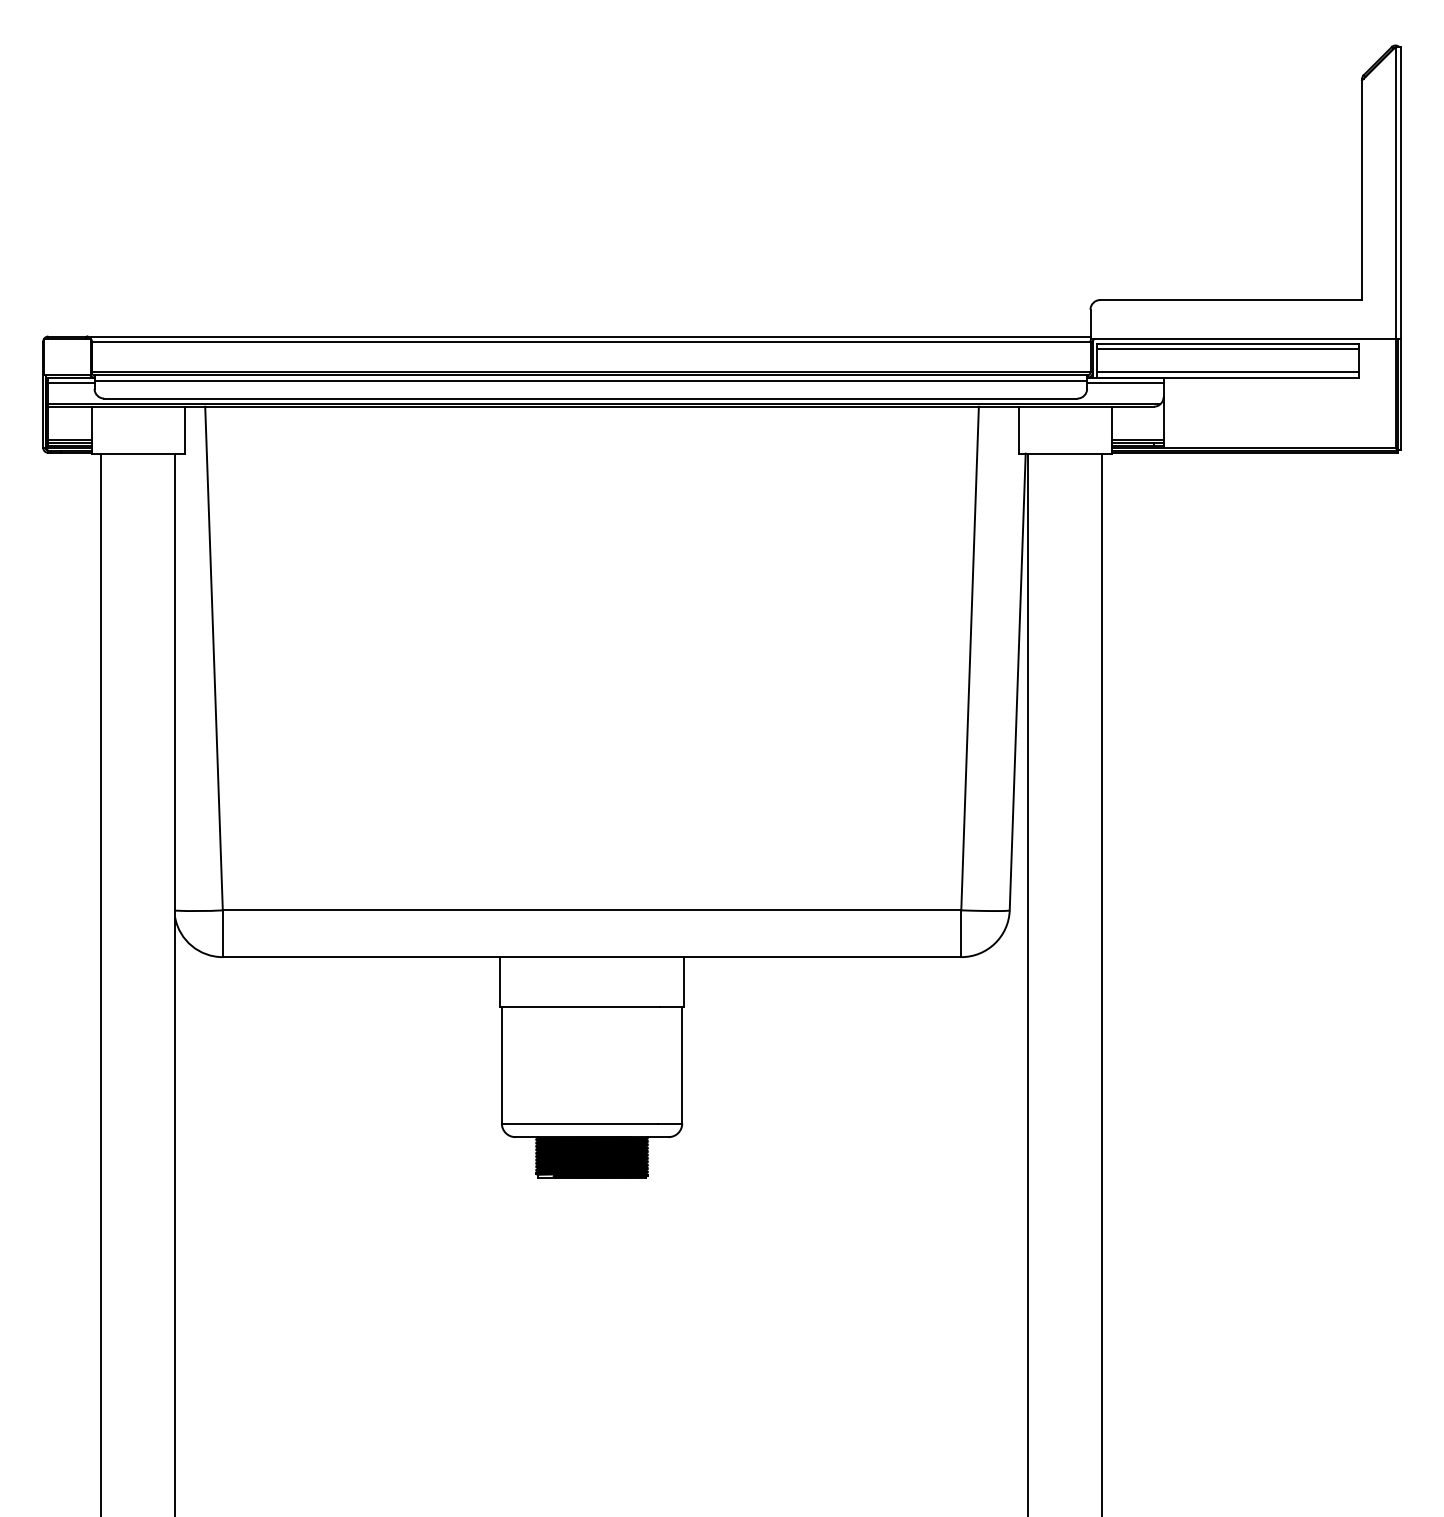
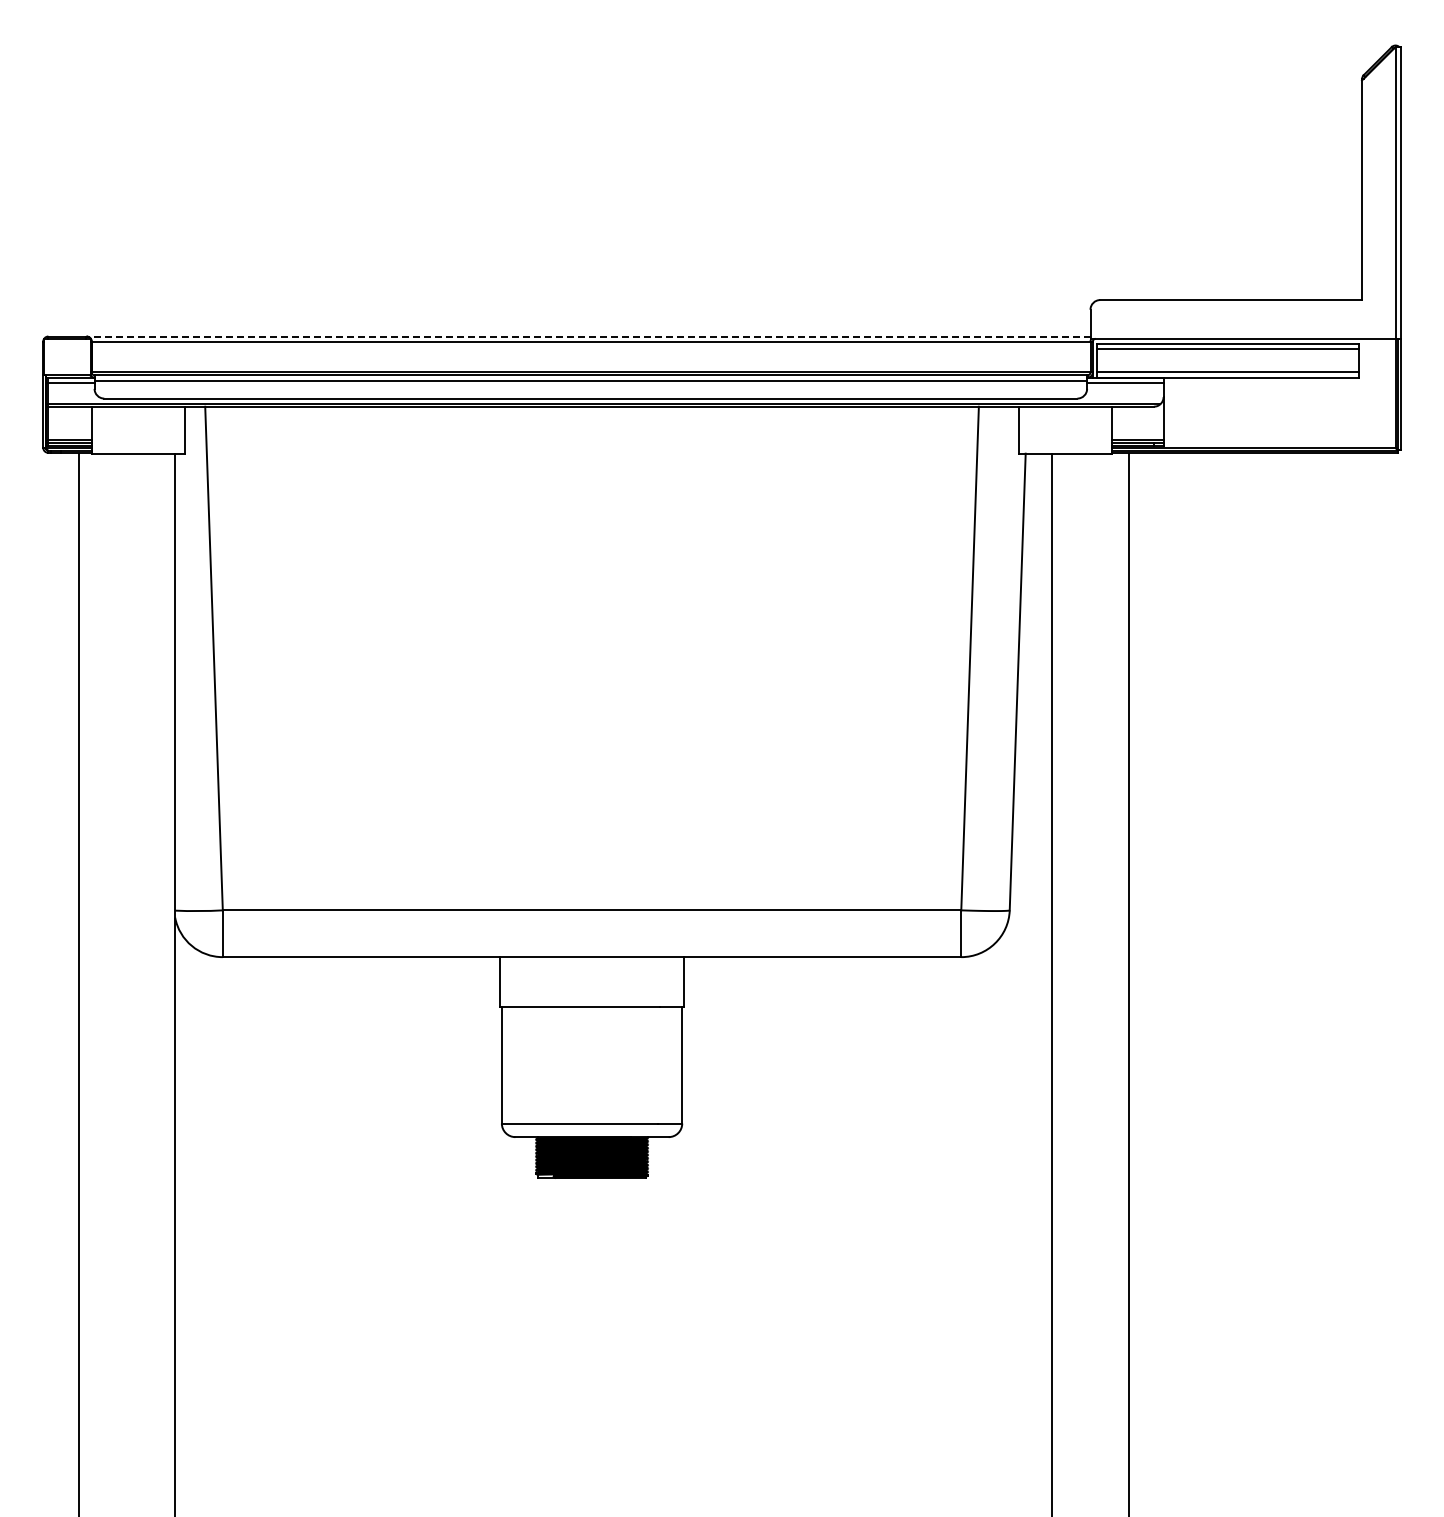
line at (588, 336): solid -> dashed
line at (101, 983) position: (101, 983) -> (79, 983)
line at (1028, 983) position: (1028, 983) -> (1052, 983)
line at (1102, 983) position: (1102, 983) -> (1129, 983)
